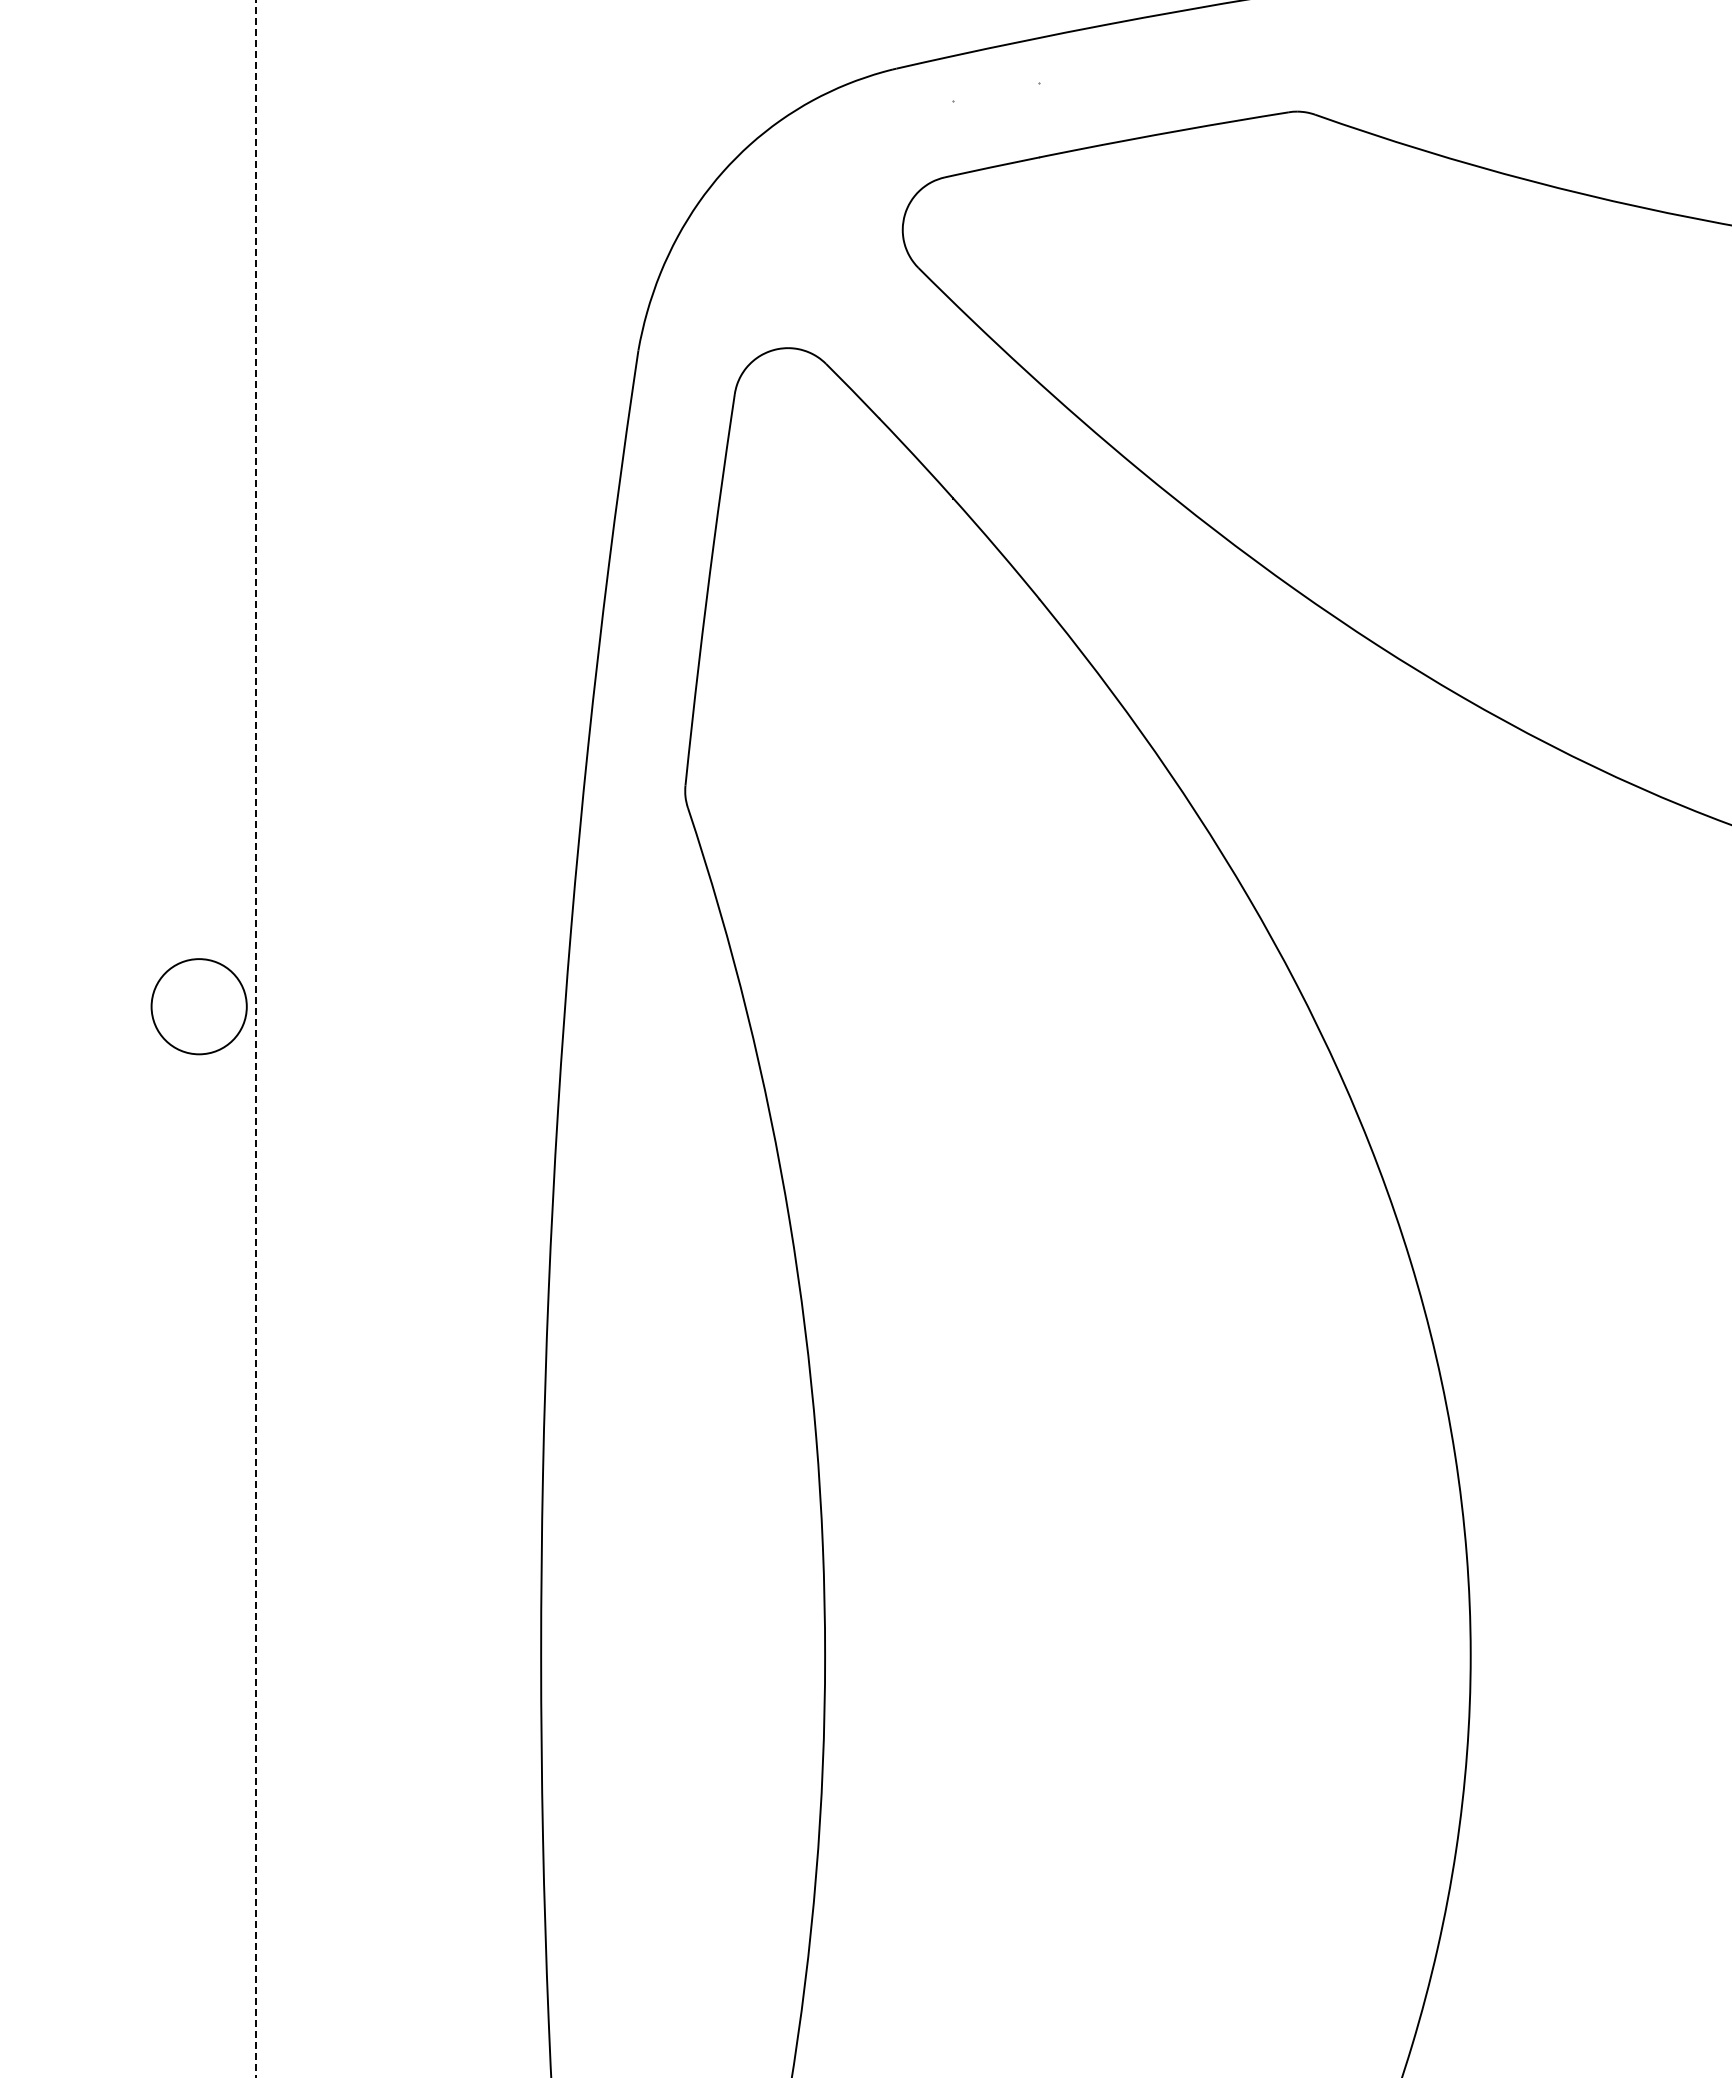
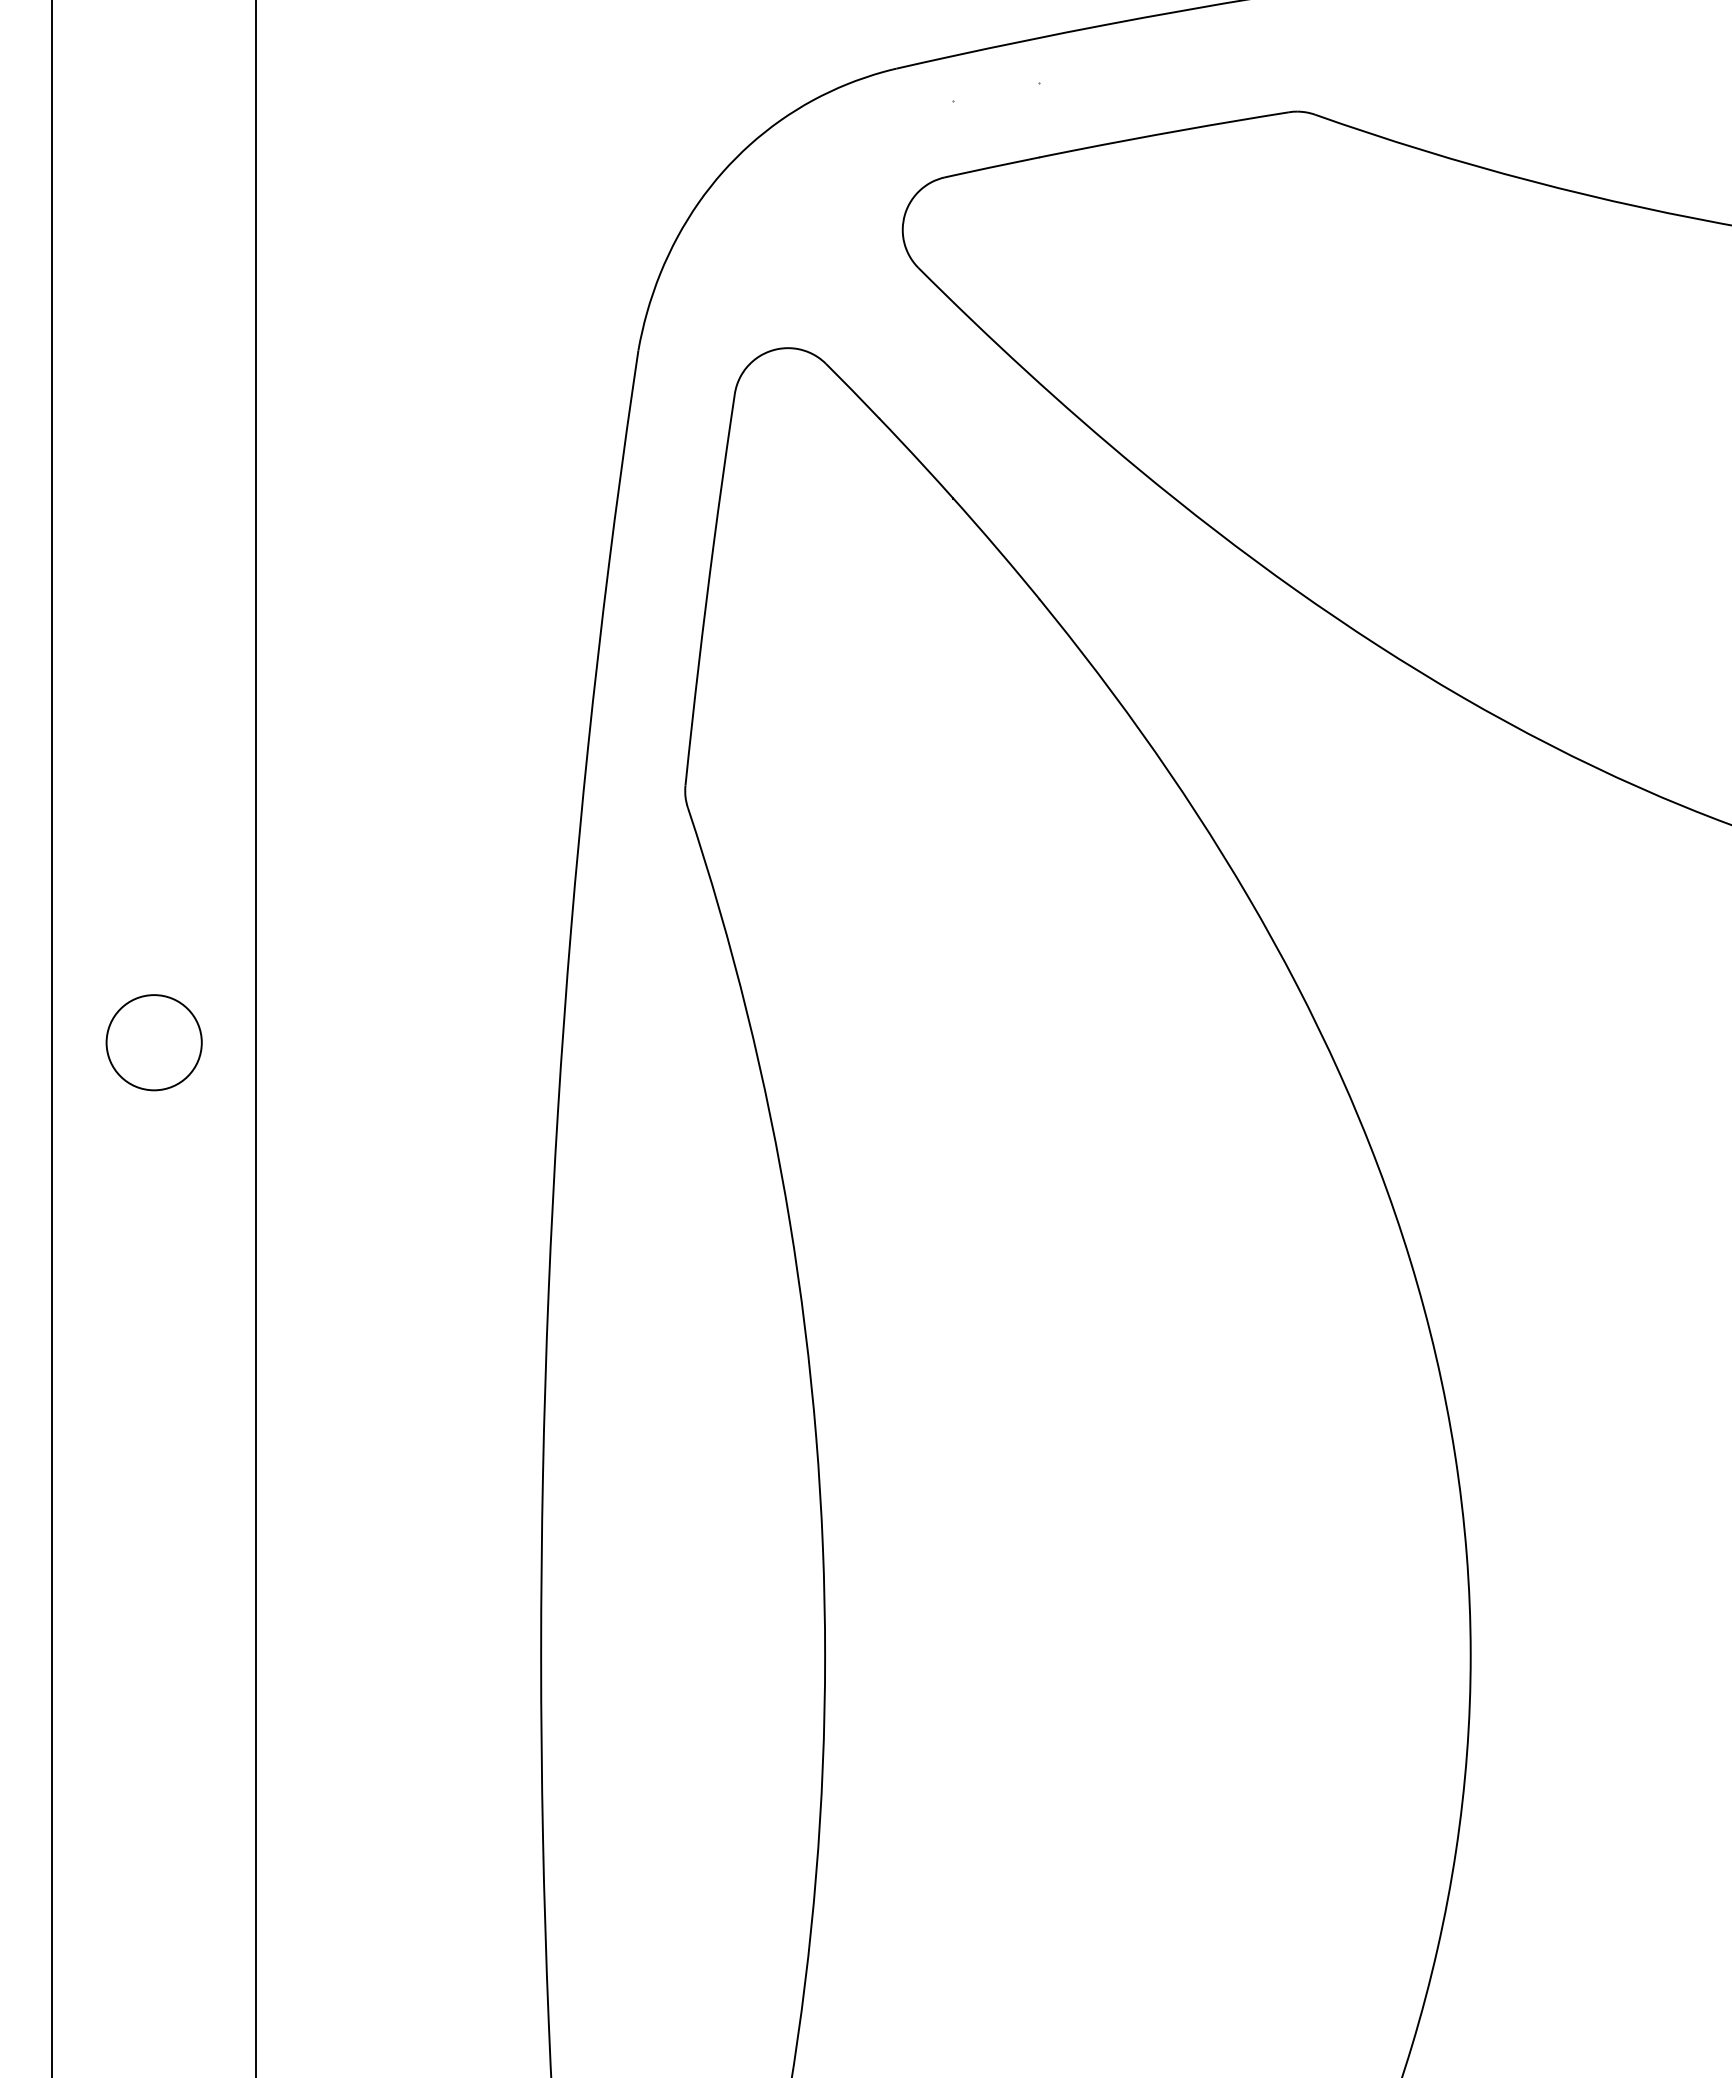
circle at (198, 1006) position: (198, 1006) -> (153, 1042)
line at (51, 1038): none -> present
line at (256, 1038): dashed -> solid
